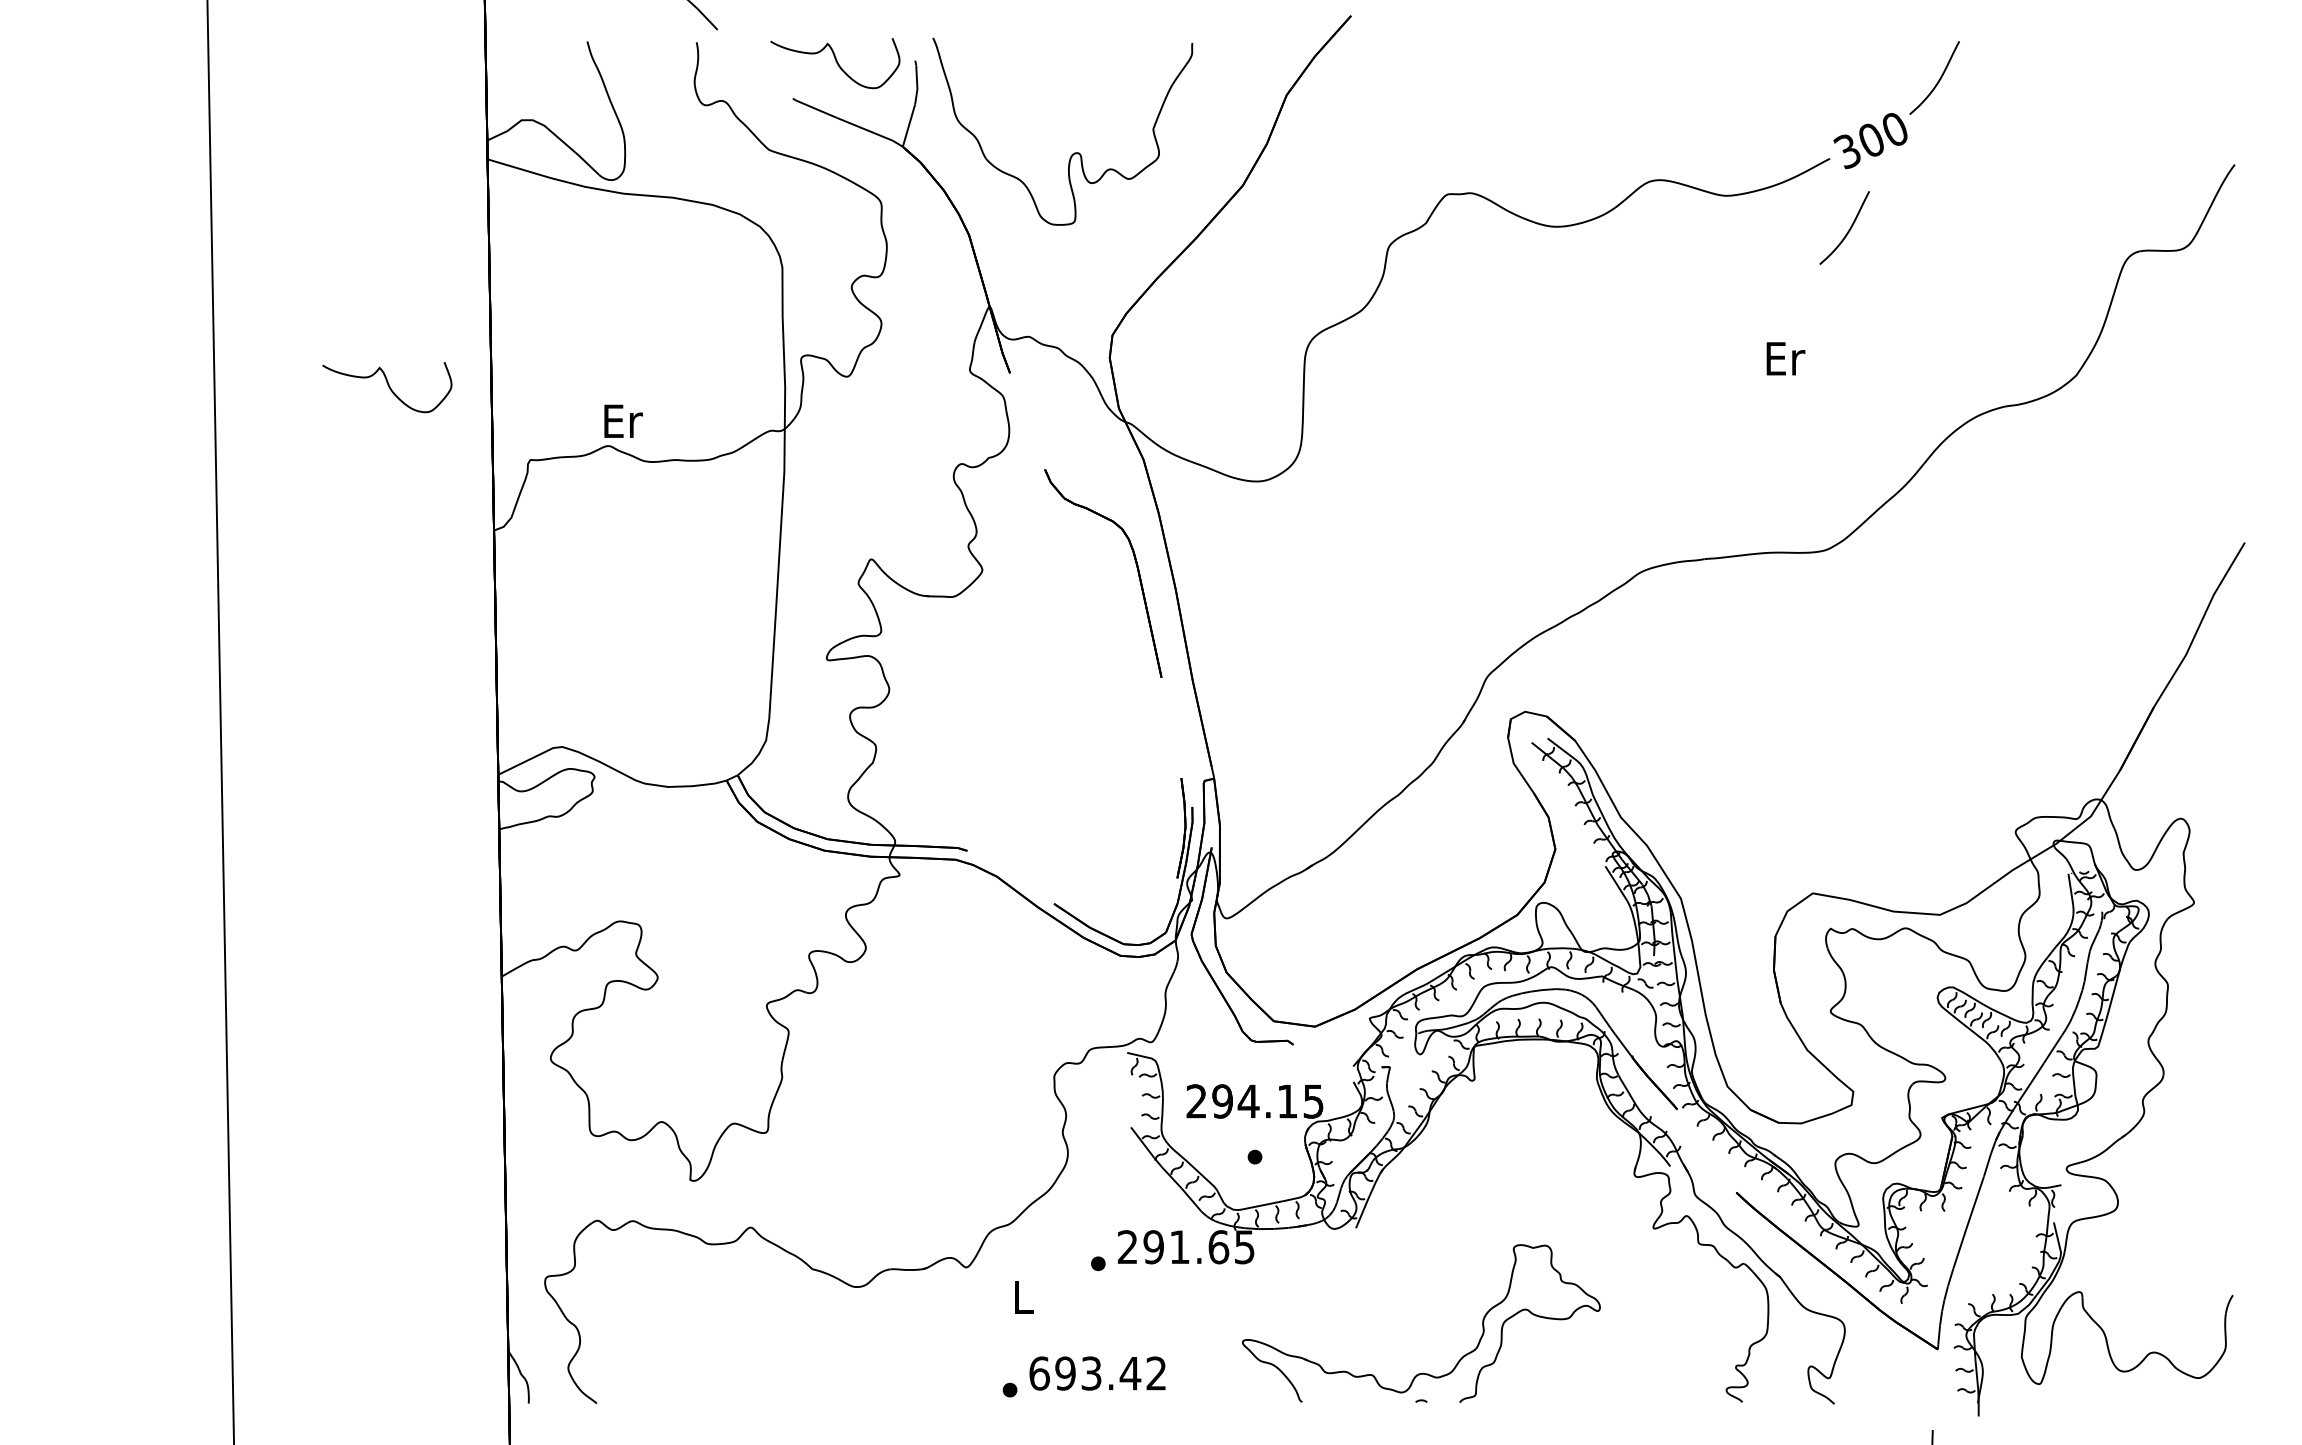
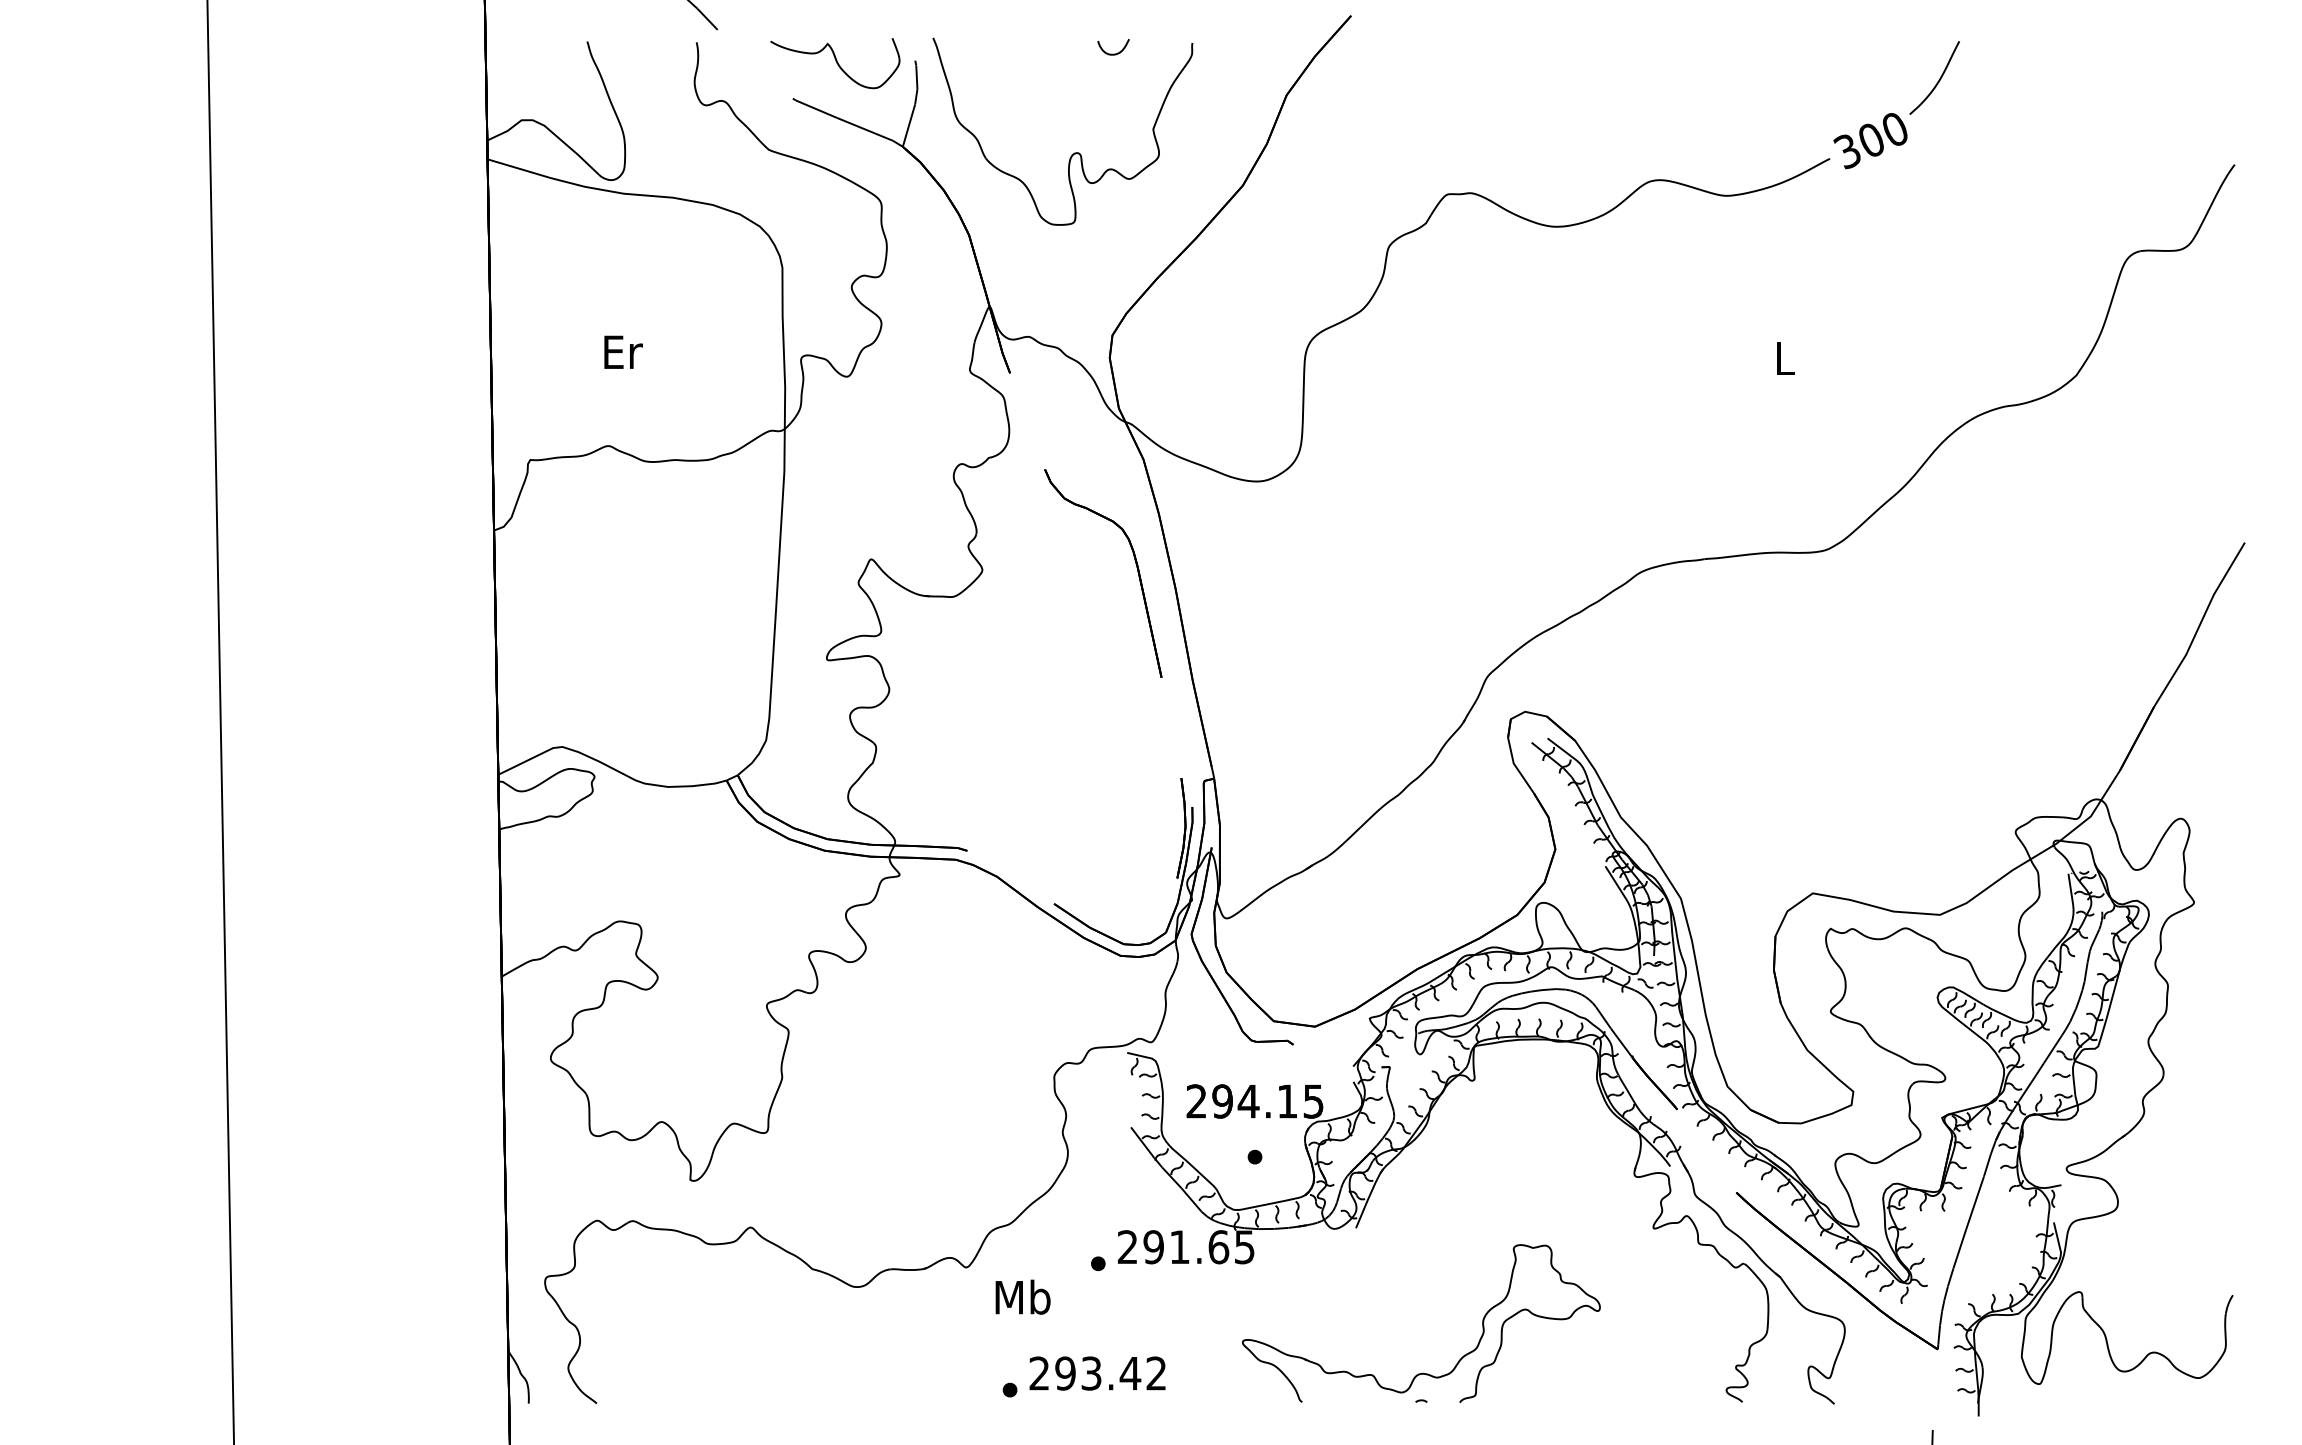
curve at (1113, 53): none -> present
curve at (1848, 230): present -> none
text at (1785, 358): Er -> L
part at (387, 387): present -> none
text at (623, 420) position: (623, 420) -> (623, 351)
text at (1022, 1296): L -> Mb
text at (1039, 1373): 693.42 -> 293.42
